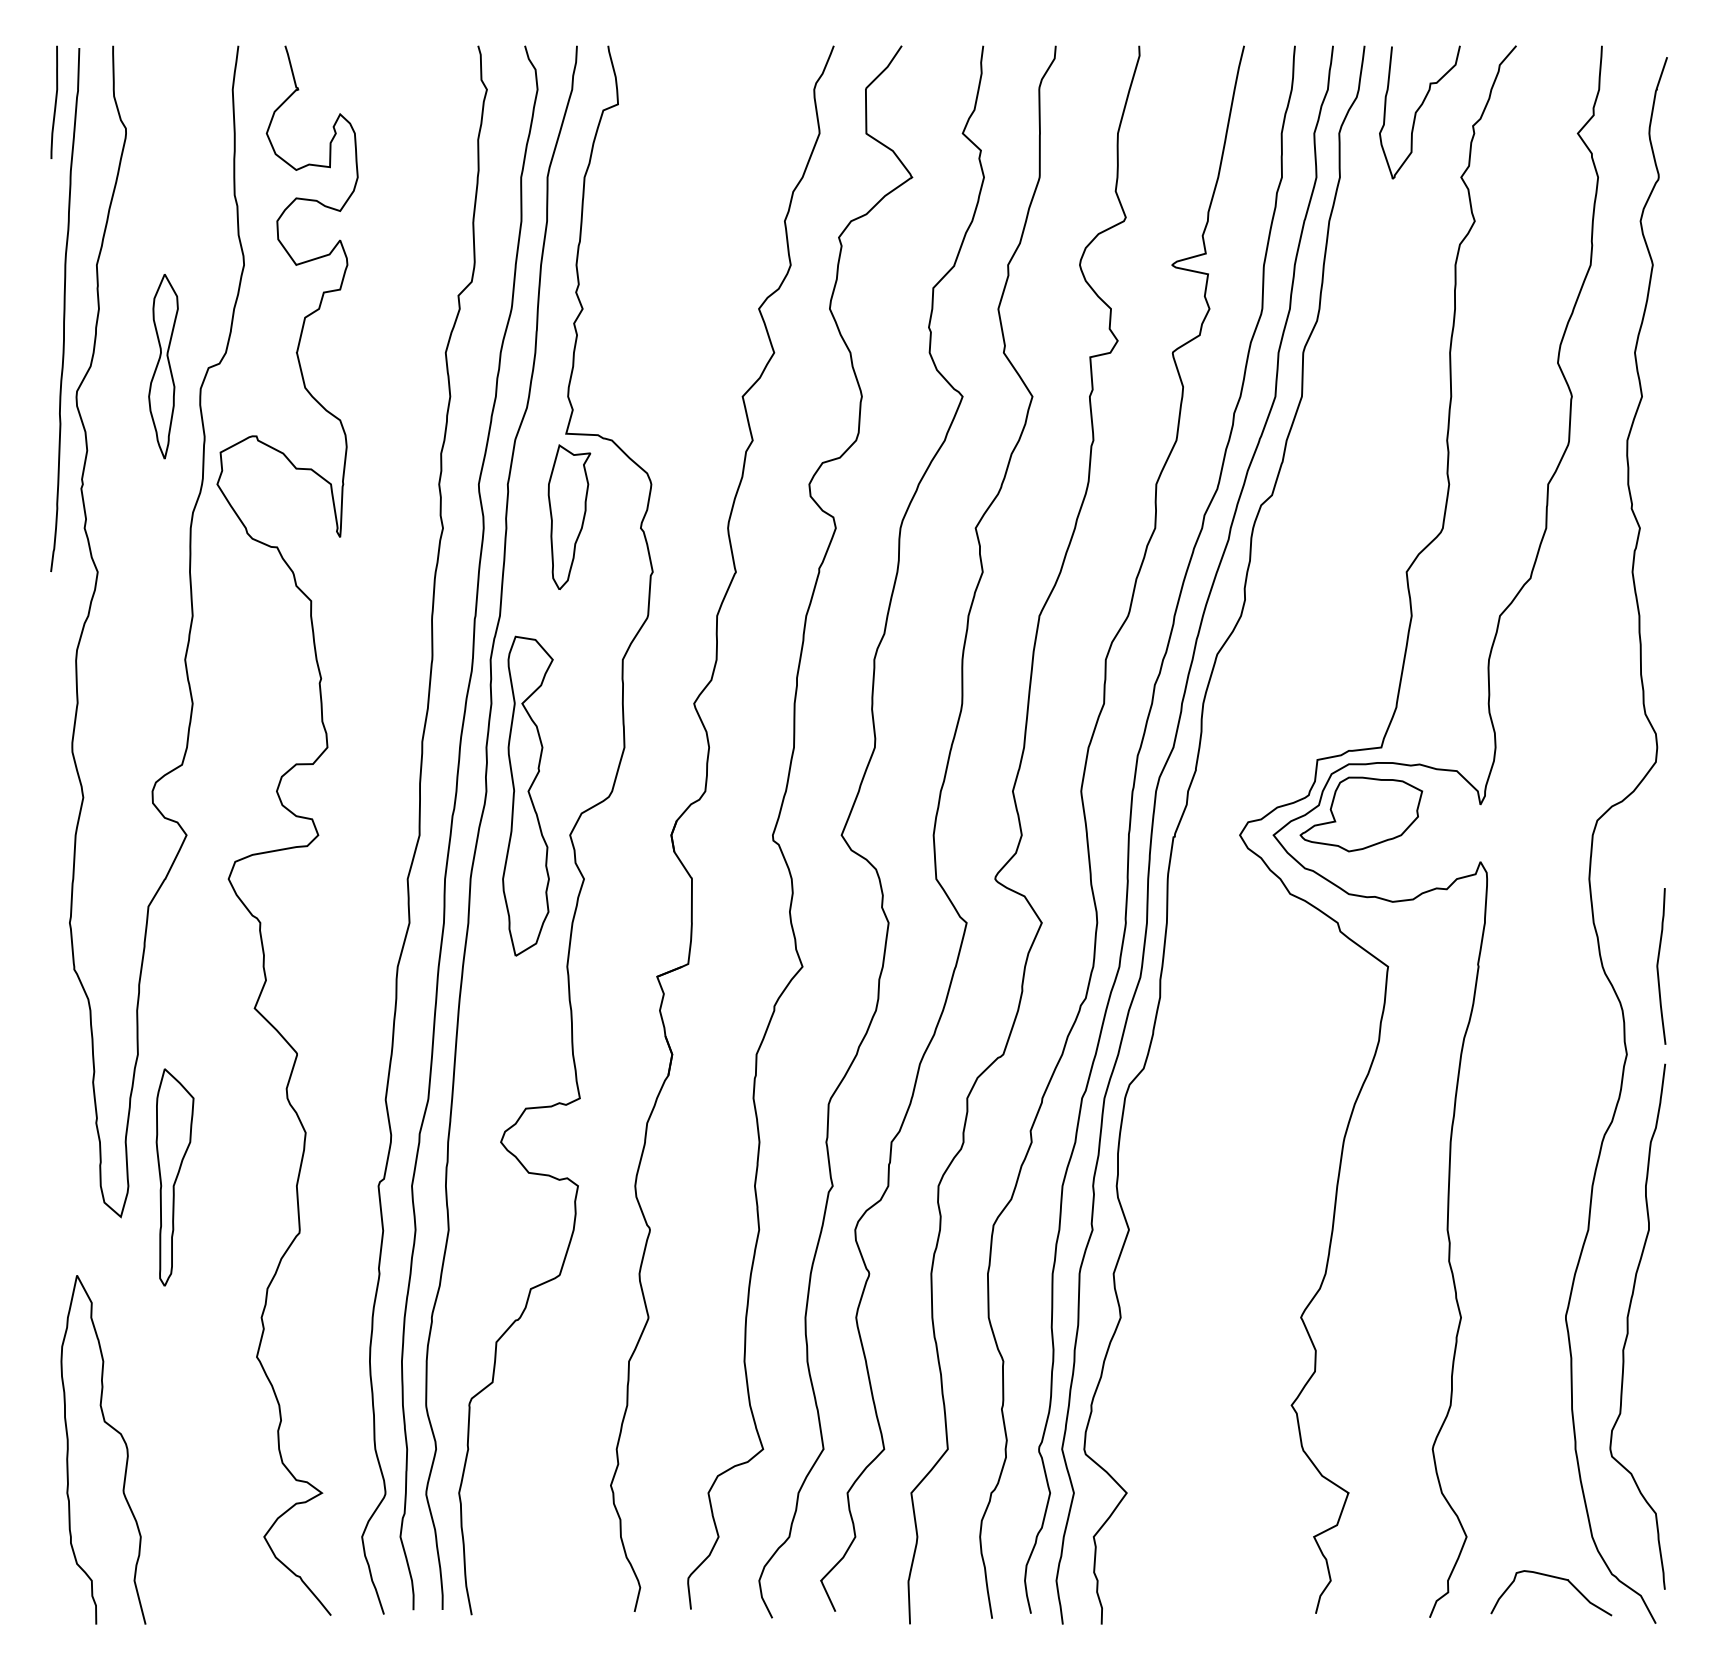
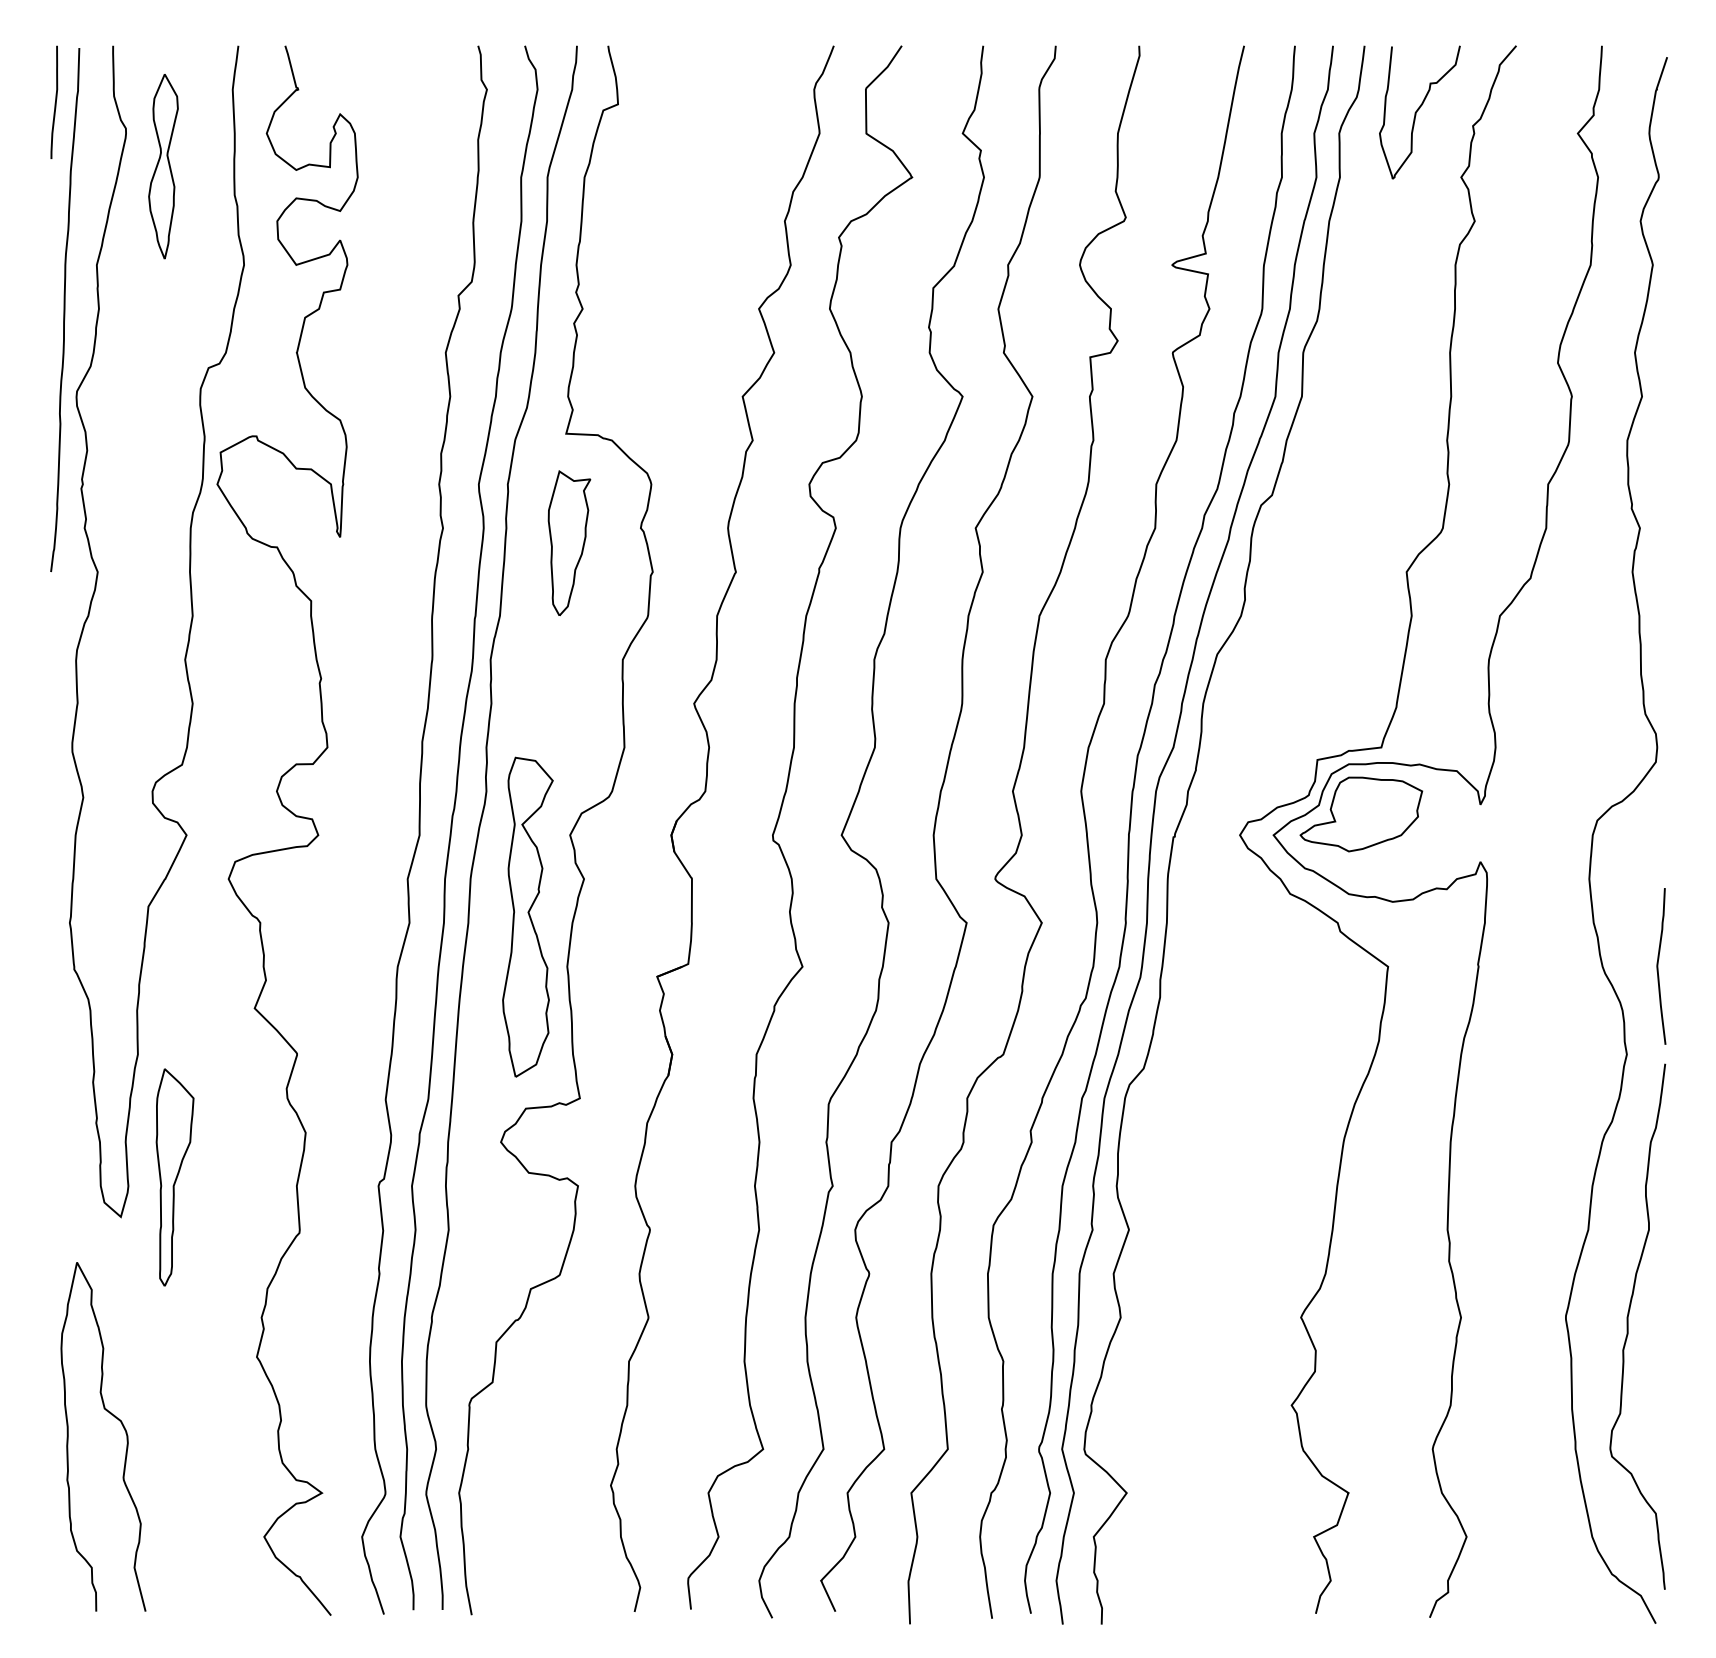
part at (163, 366) position: (163, 366) -> (163, 166)
part at (569, 516) position: (569, 516) -> (569, 542)
part at (527, 795) position: (527, 795) -> (527, 916)
curve at (122, 1439) position: (122, 1439) -> (122, 1426)
curve at (1555, 1578): present -> none
